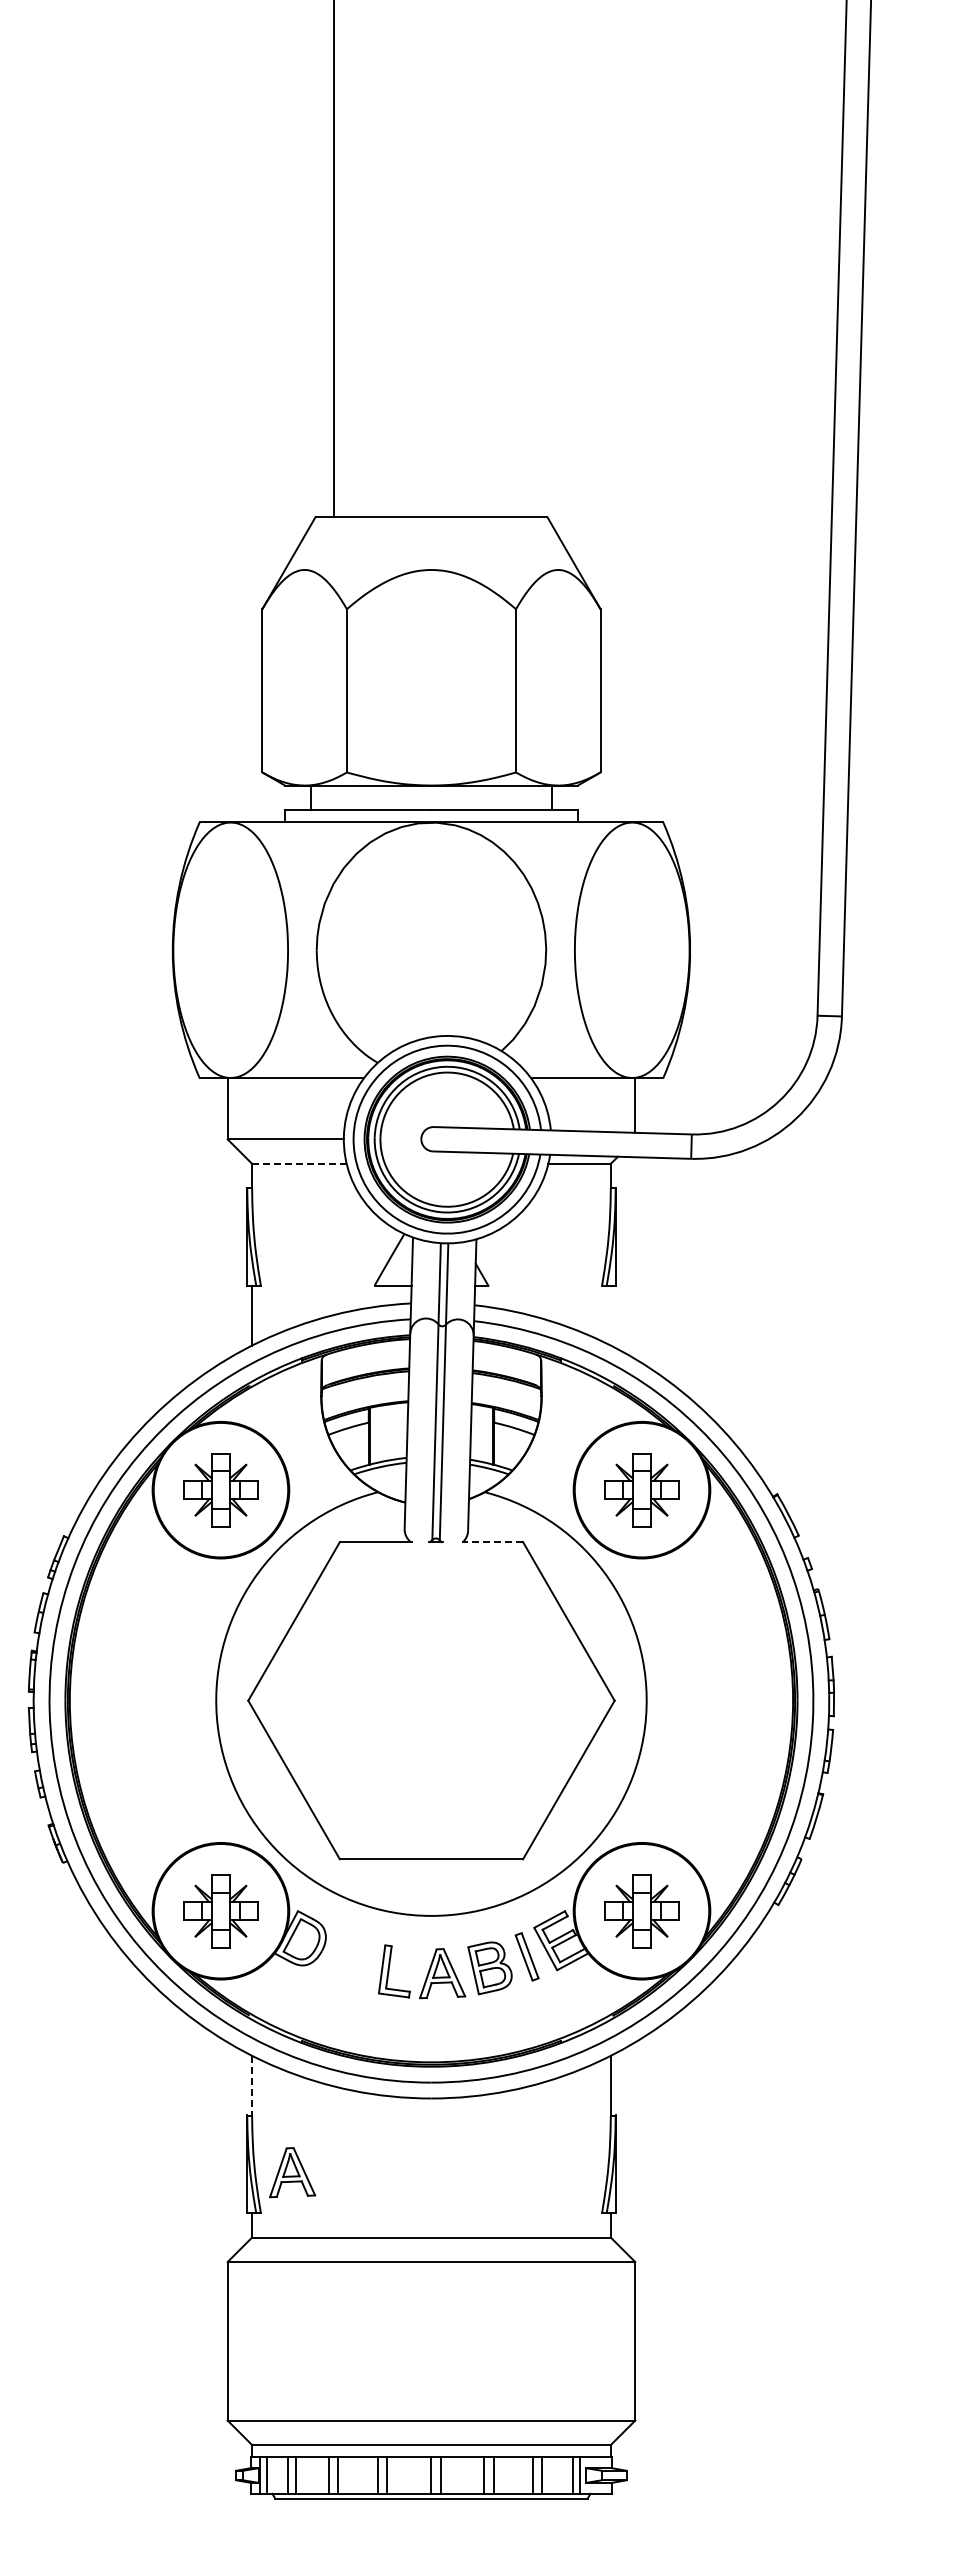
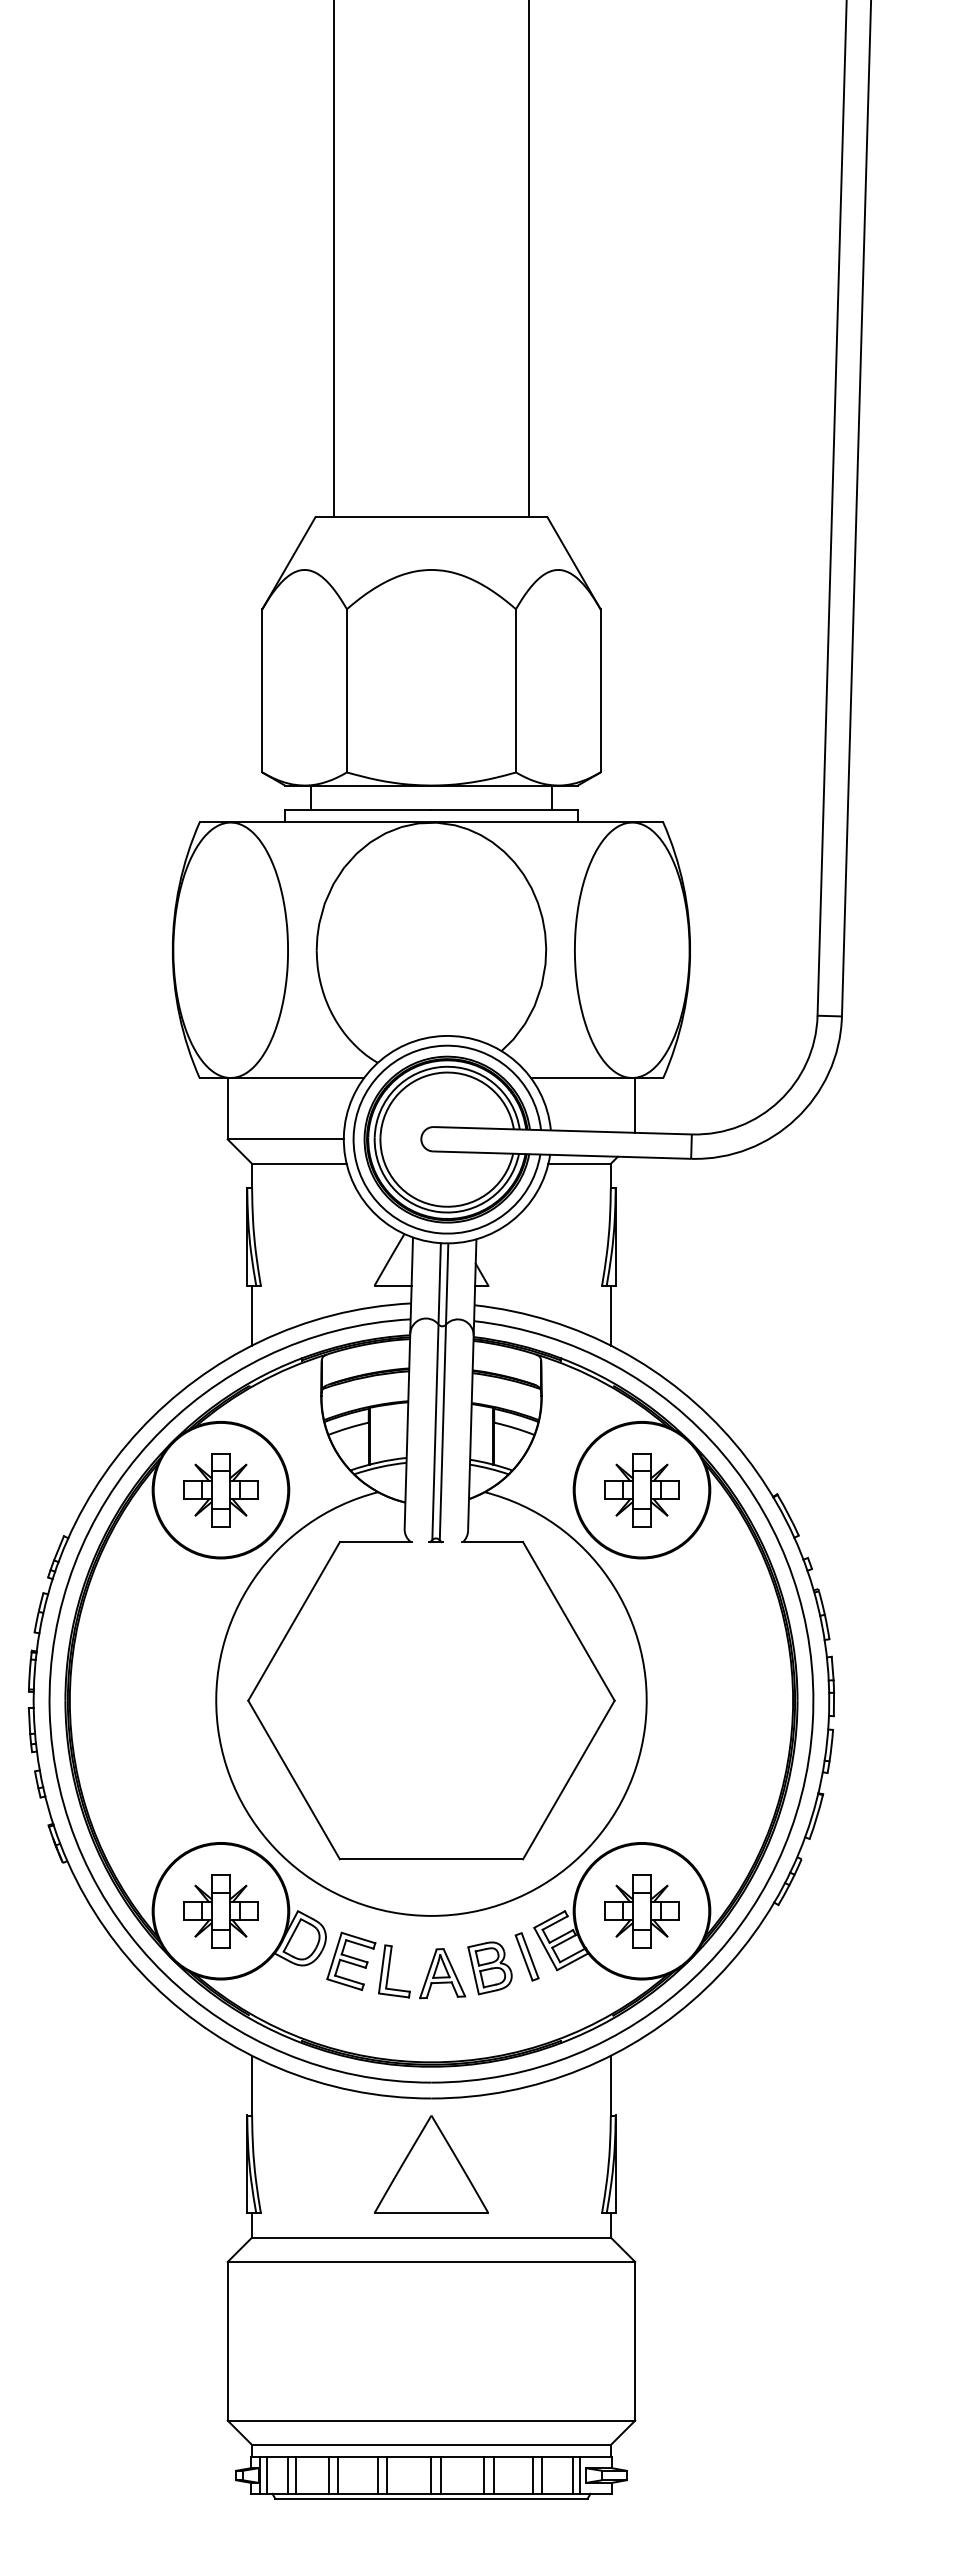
line at (529, 259): none -> present
line at (299, 1163): dashed -> solid
line at (610, 1315): none -> present
line at (492, 1542): dashed -> solid
part at (351, 1960): none -> present
line at (252, 2085): dashed -> solid
part at (431, 2164): none -> present
part at (292, 2172): present -> none
